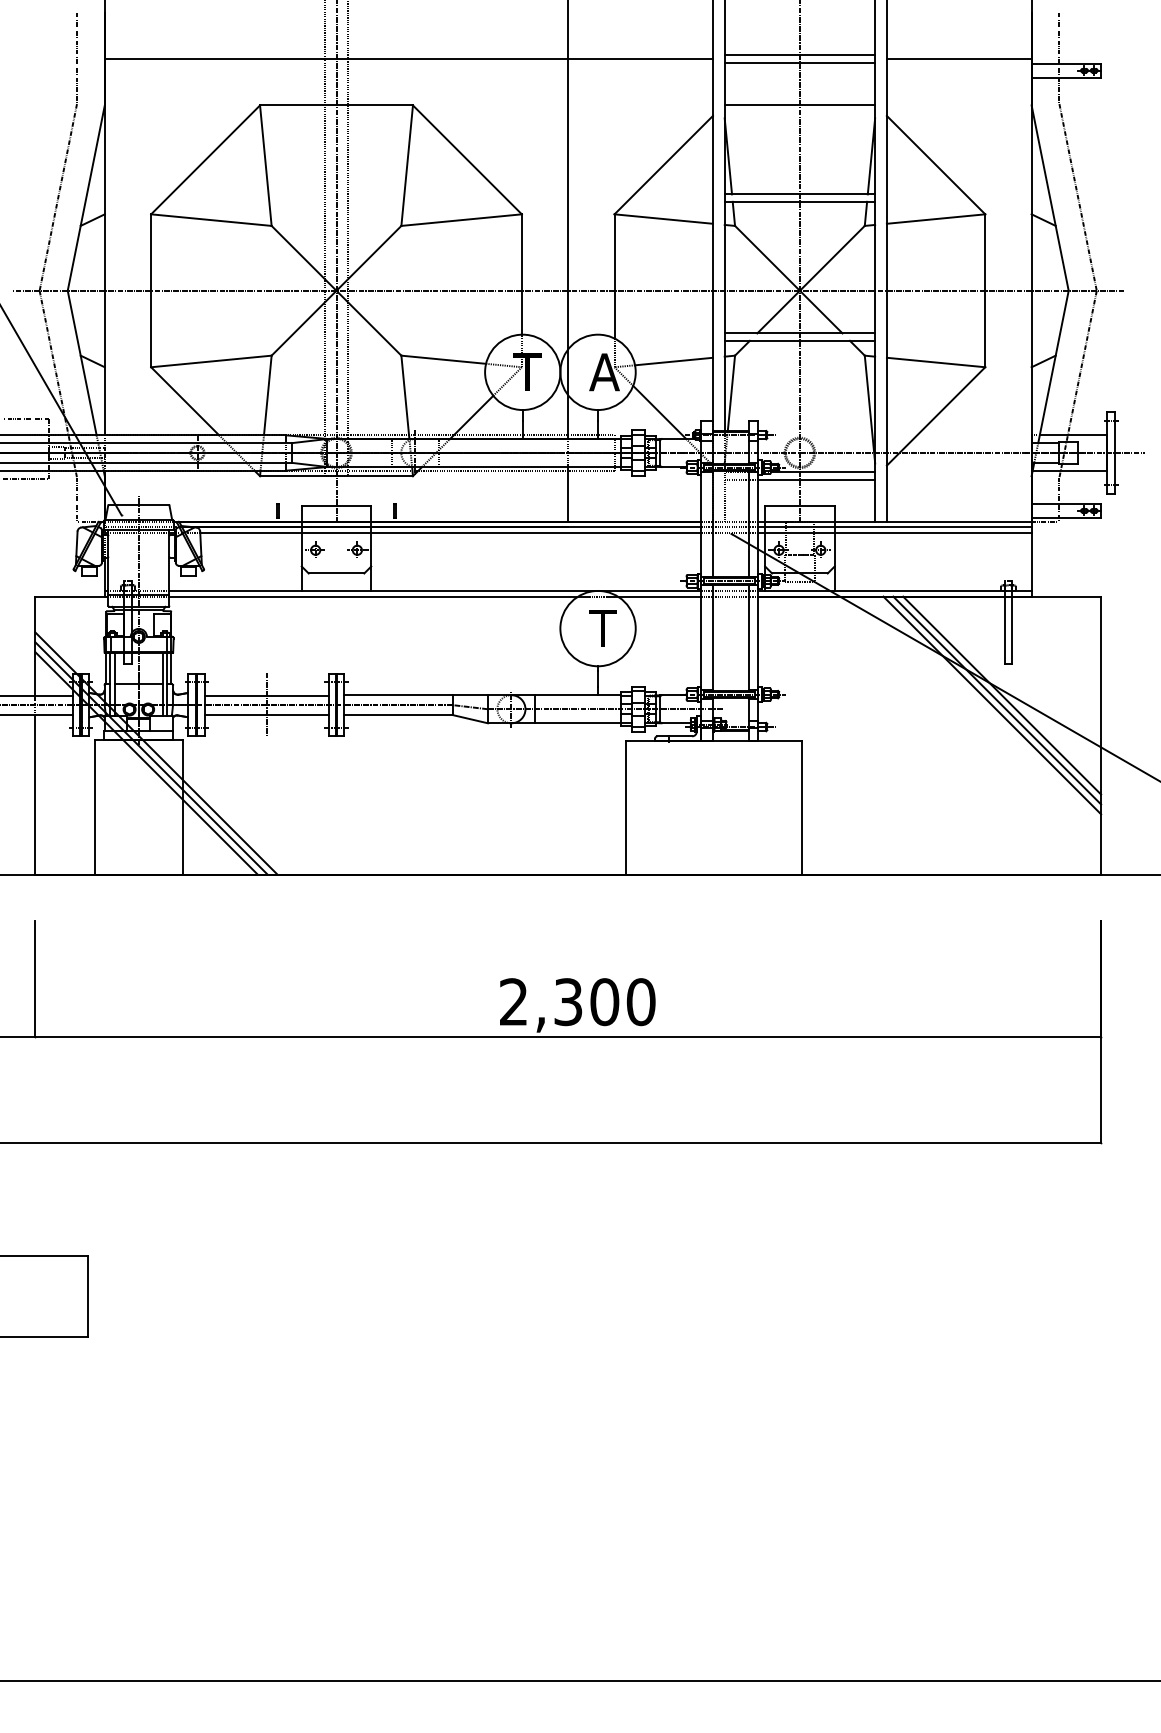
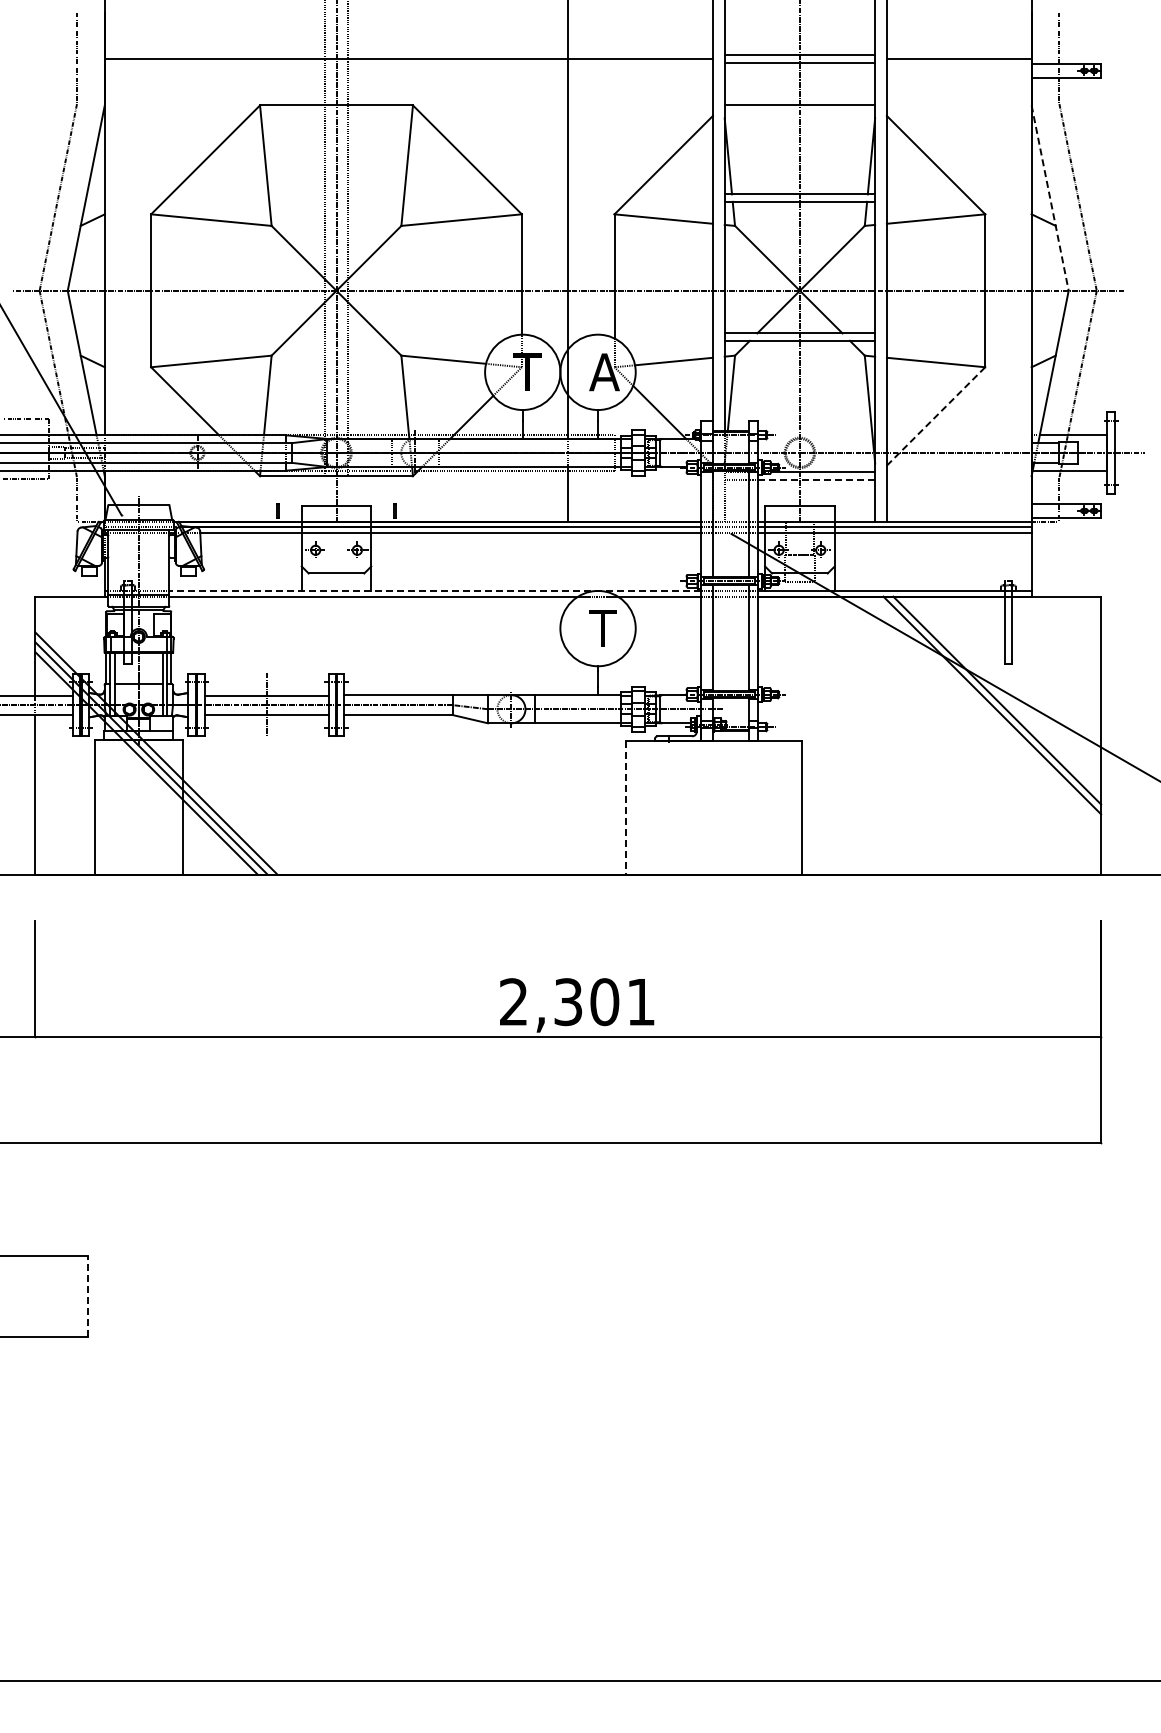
line at (1050, 198): solid -> dashed
line at (936, 416): solid -> dashed
line at (816, 479): solid -> dashed
line at (434, 590): solid -> dashed
line at (1002, 695): present -> none
line at (626, 807): solid -> dashed
text at (640, 1002): 2,300 -> 2,301
line at (88, 1296): solid -> dashed
